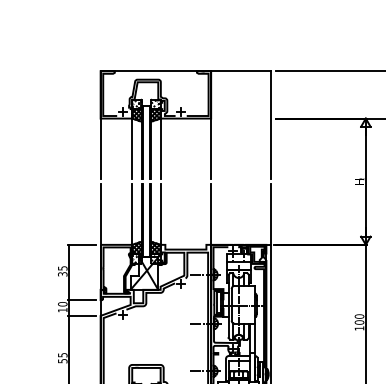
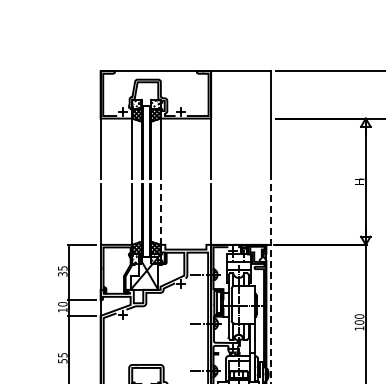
line at (160, 213): solid -> dashed
line at (271, 283): solid -> dashed
